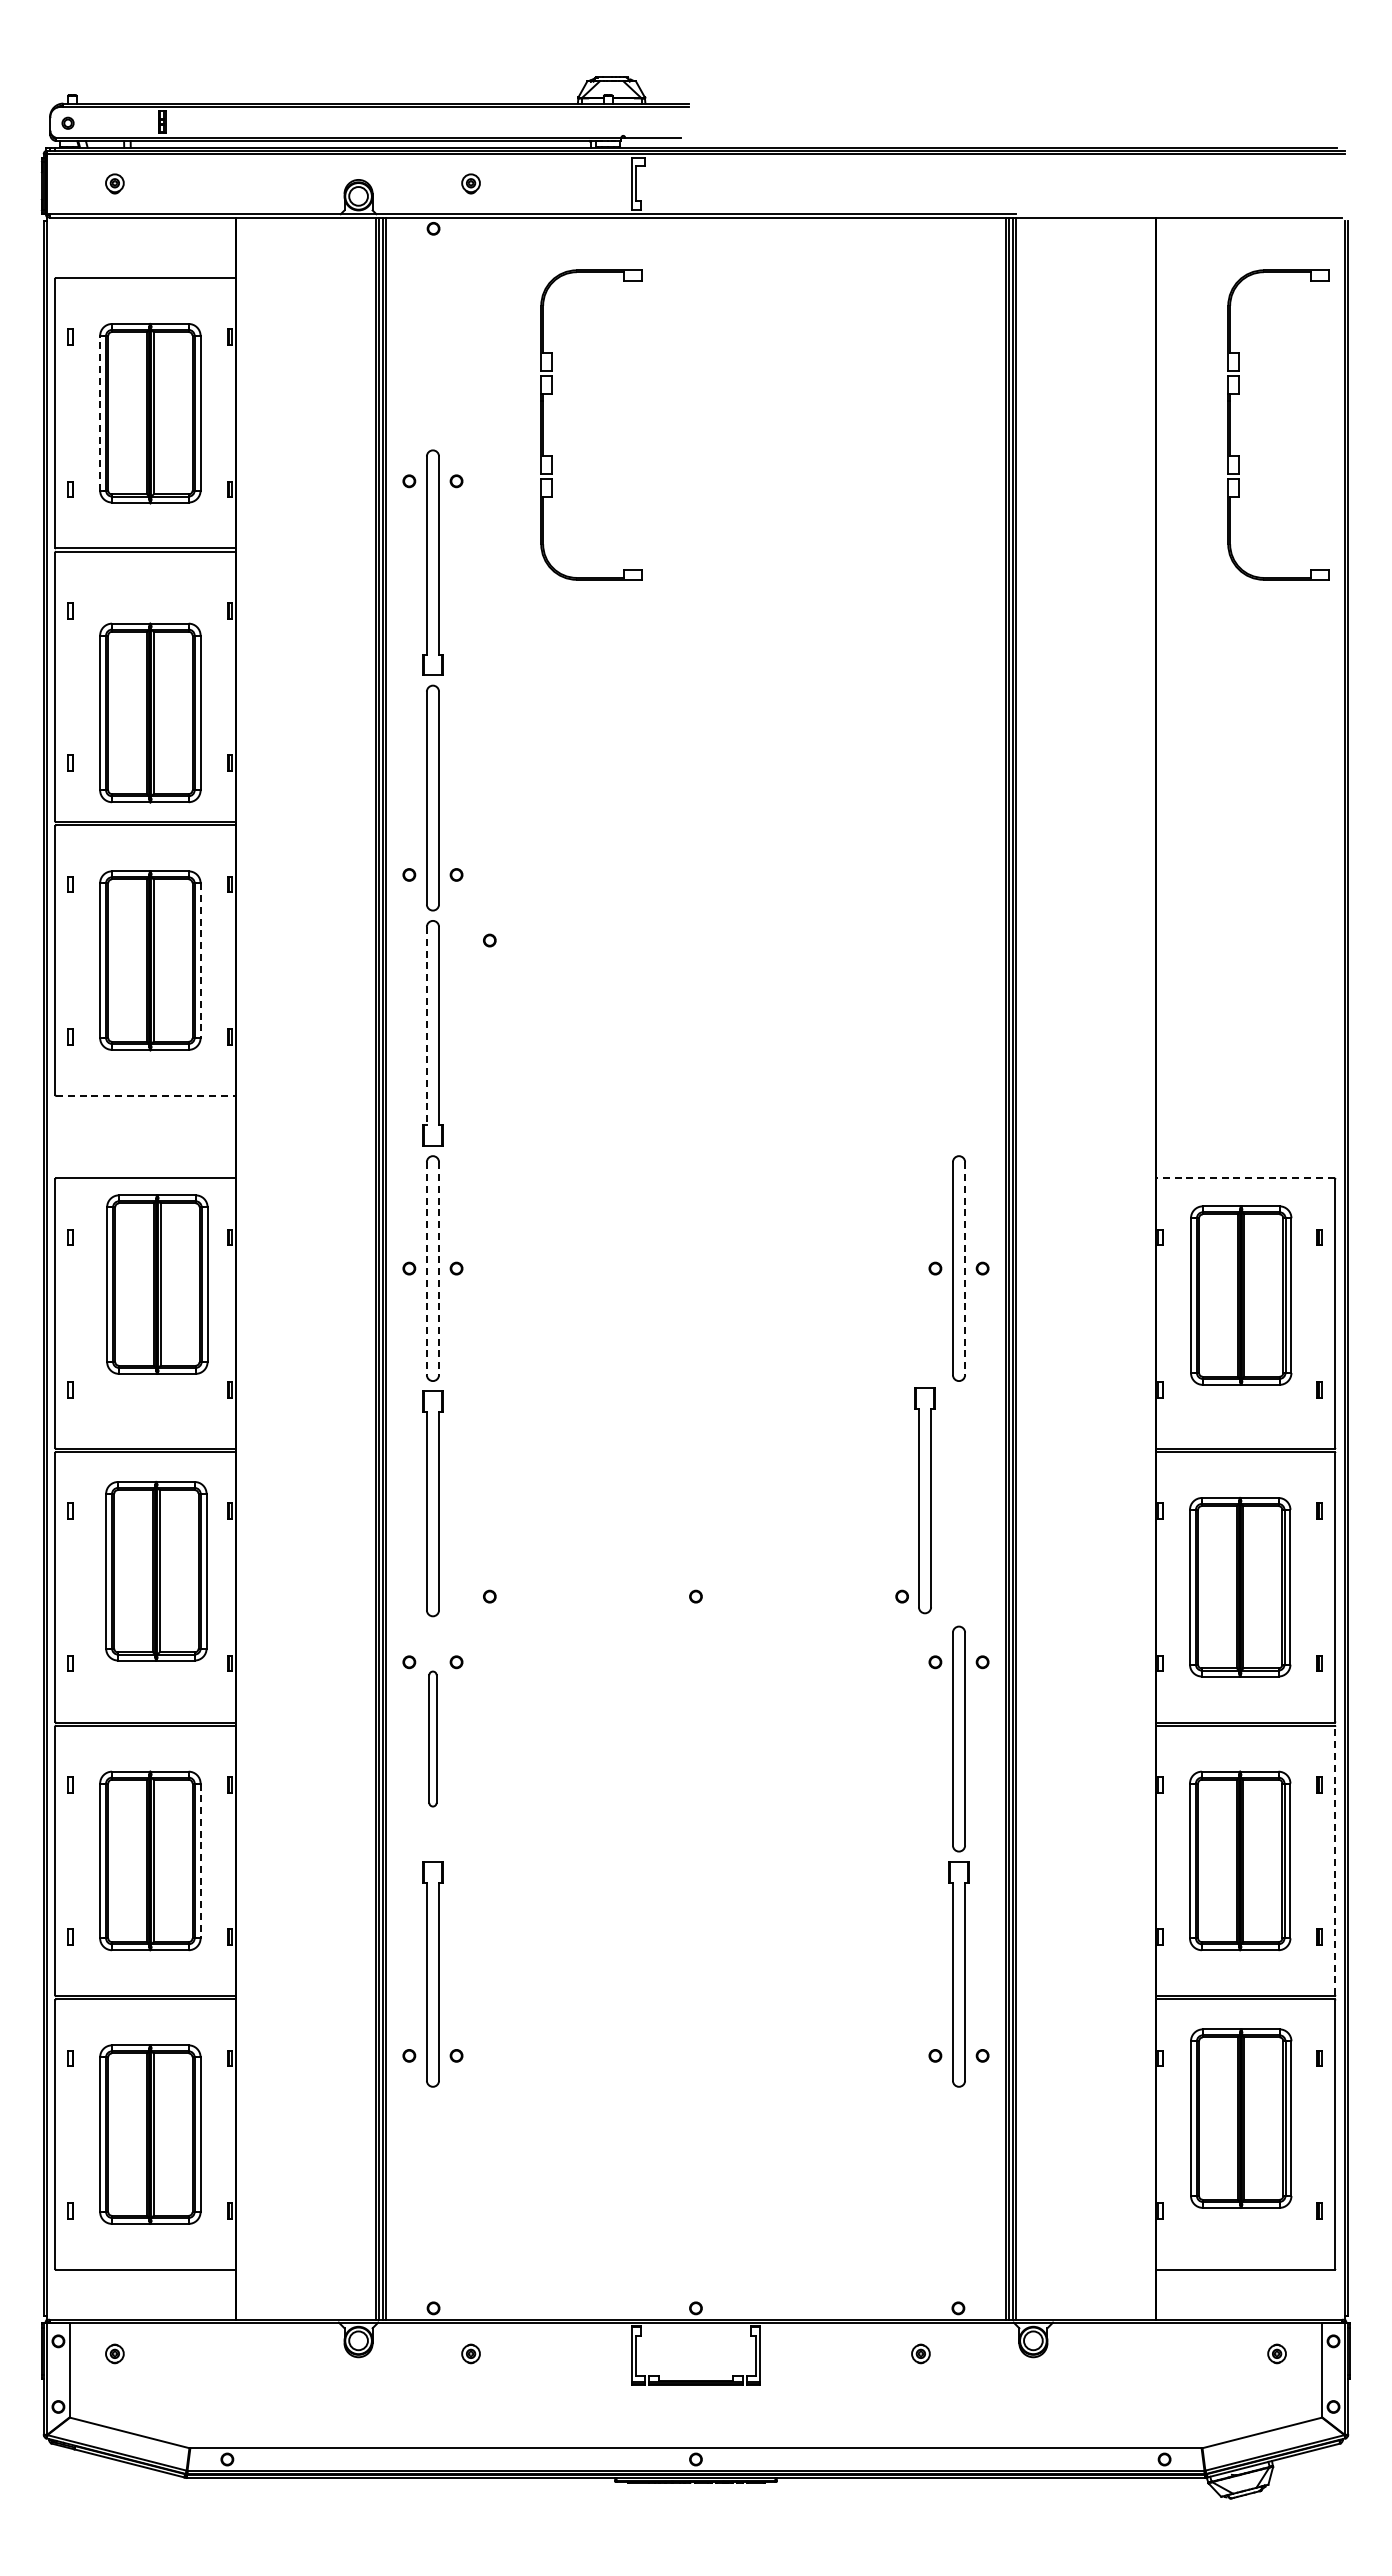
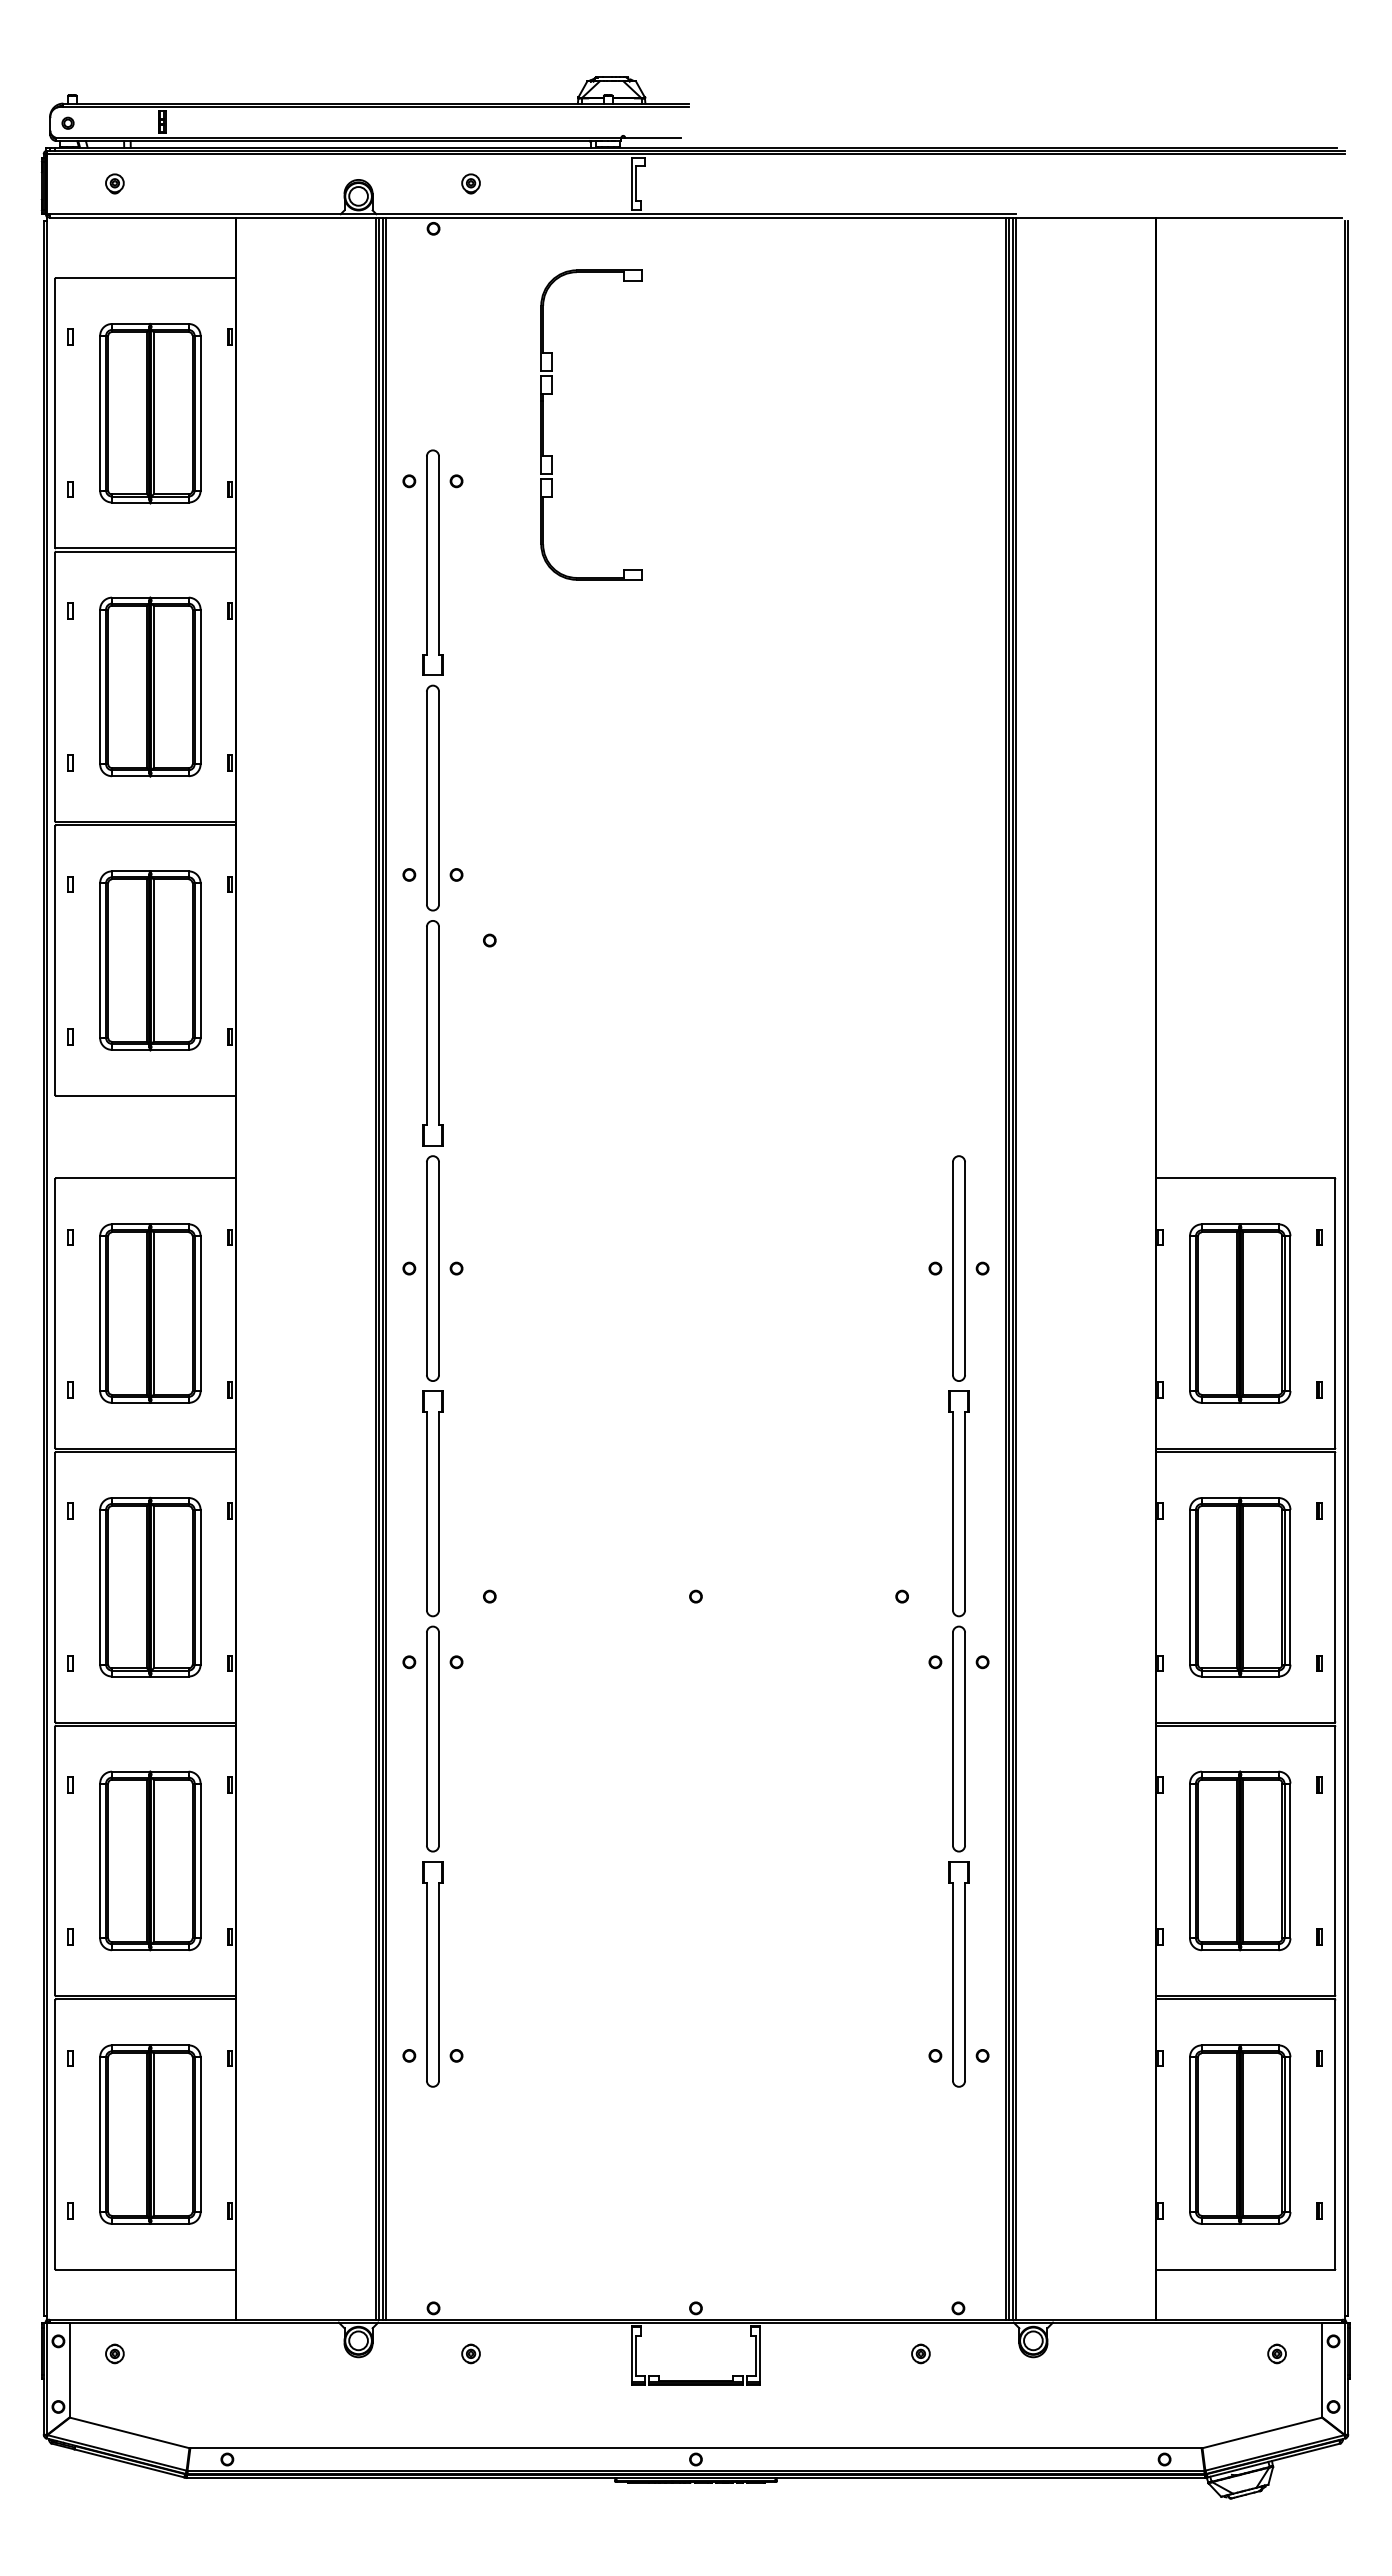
line at (100, 412): dashed -> solid
part at (1230, 424): present -> none
part at (150, 712) position: (150, 712) -> (150, 686)
line at (200, 961): dashed -> solid
line at (426, 1026): dashed -> solid
line at (145, 1095): dashed -> solid
line at (1244, 1178): dashed -> solid
line at (426, 1269): dashed -> solid
line at (439, 1269): dashed -> solid
line at (965, 1269): dashed -> solid
part at (157, 1284) position: (157, 1284) -> (150, 1313)
part at (1241, 1295) position: (1241, 1295) -> (1240, 1313)
part at (924, 1500) position: (924, 1500) -> (958, 1503)
part at (156, 1570) position: (156, 1570) -> (150, 1586)
part at (432, 1738) size: 10x138 px -> 14x228 px
line at (1335, 1860): dashed -> solid
line at (200, 1861): dashed -> solid
part at (1241, 2118) position: (1241, 2118) -> (1240, 2134)
